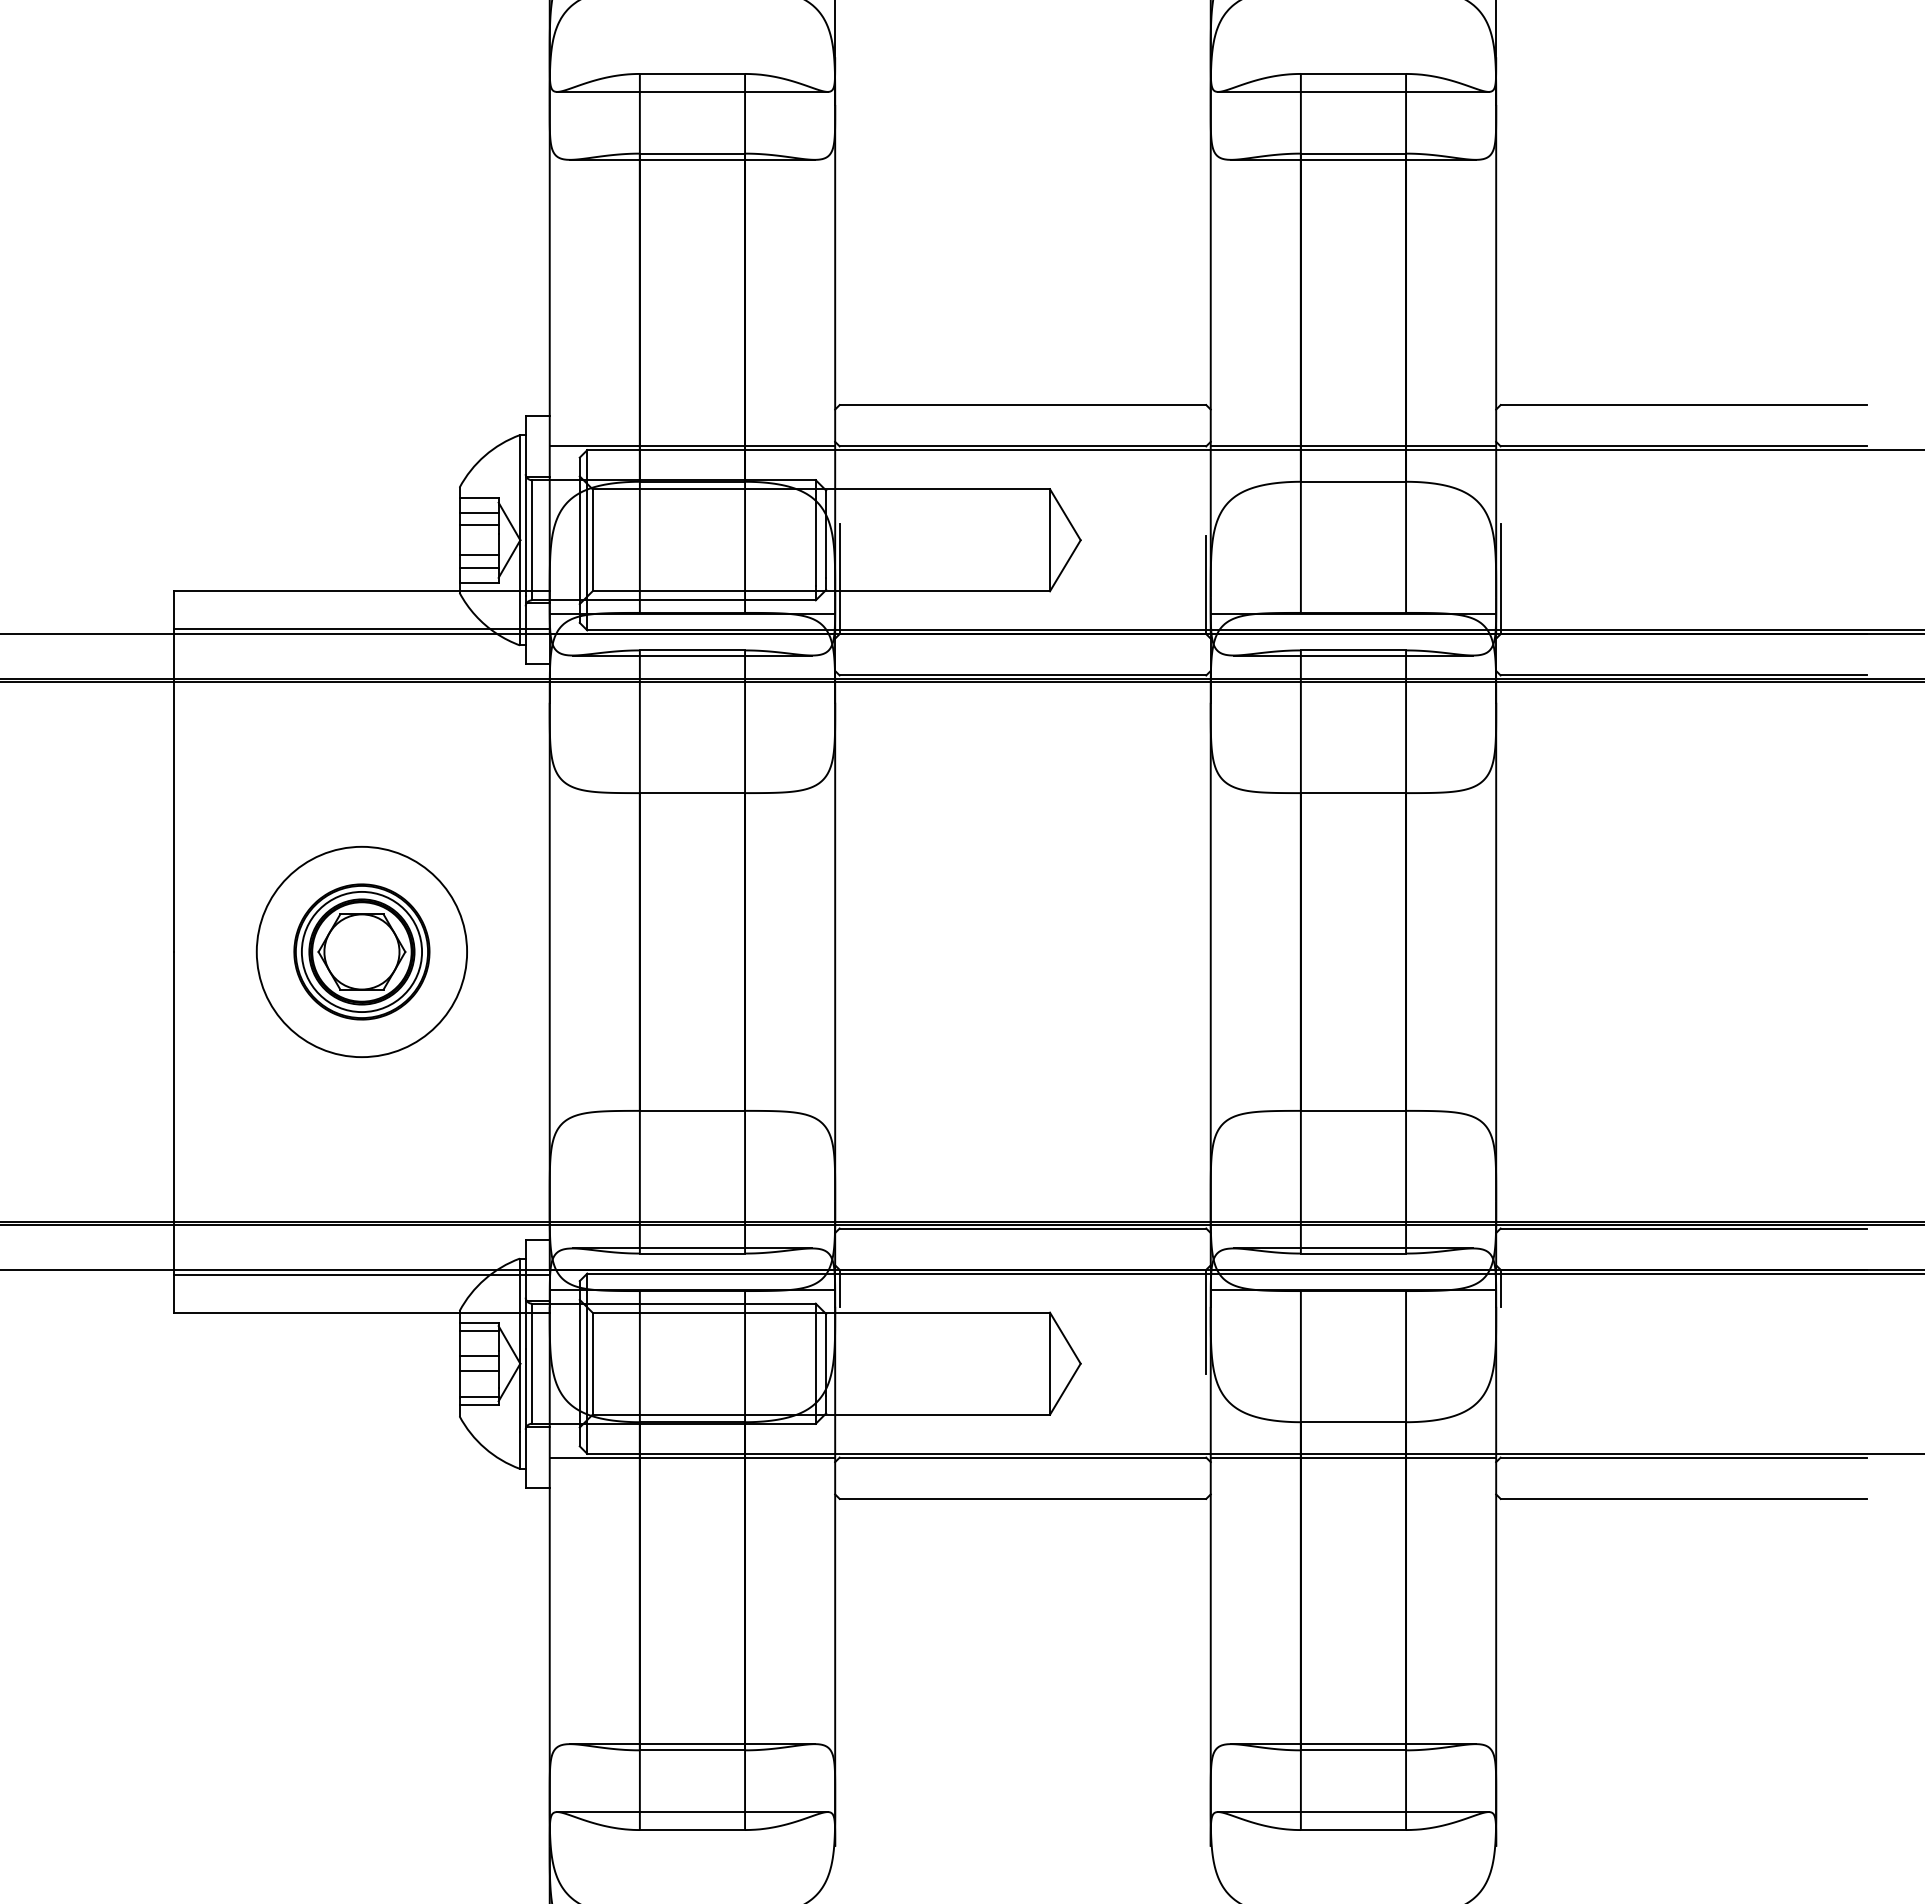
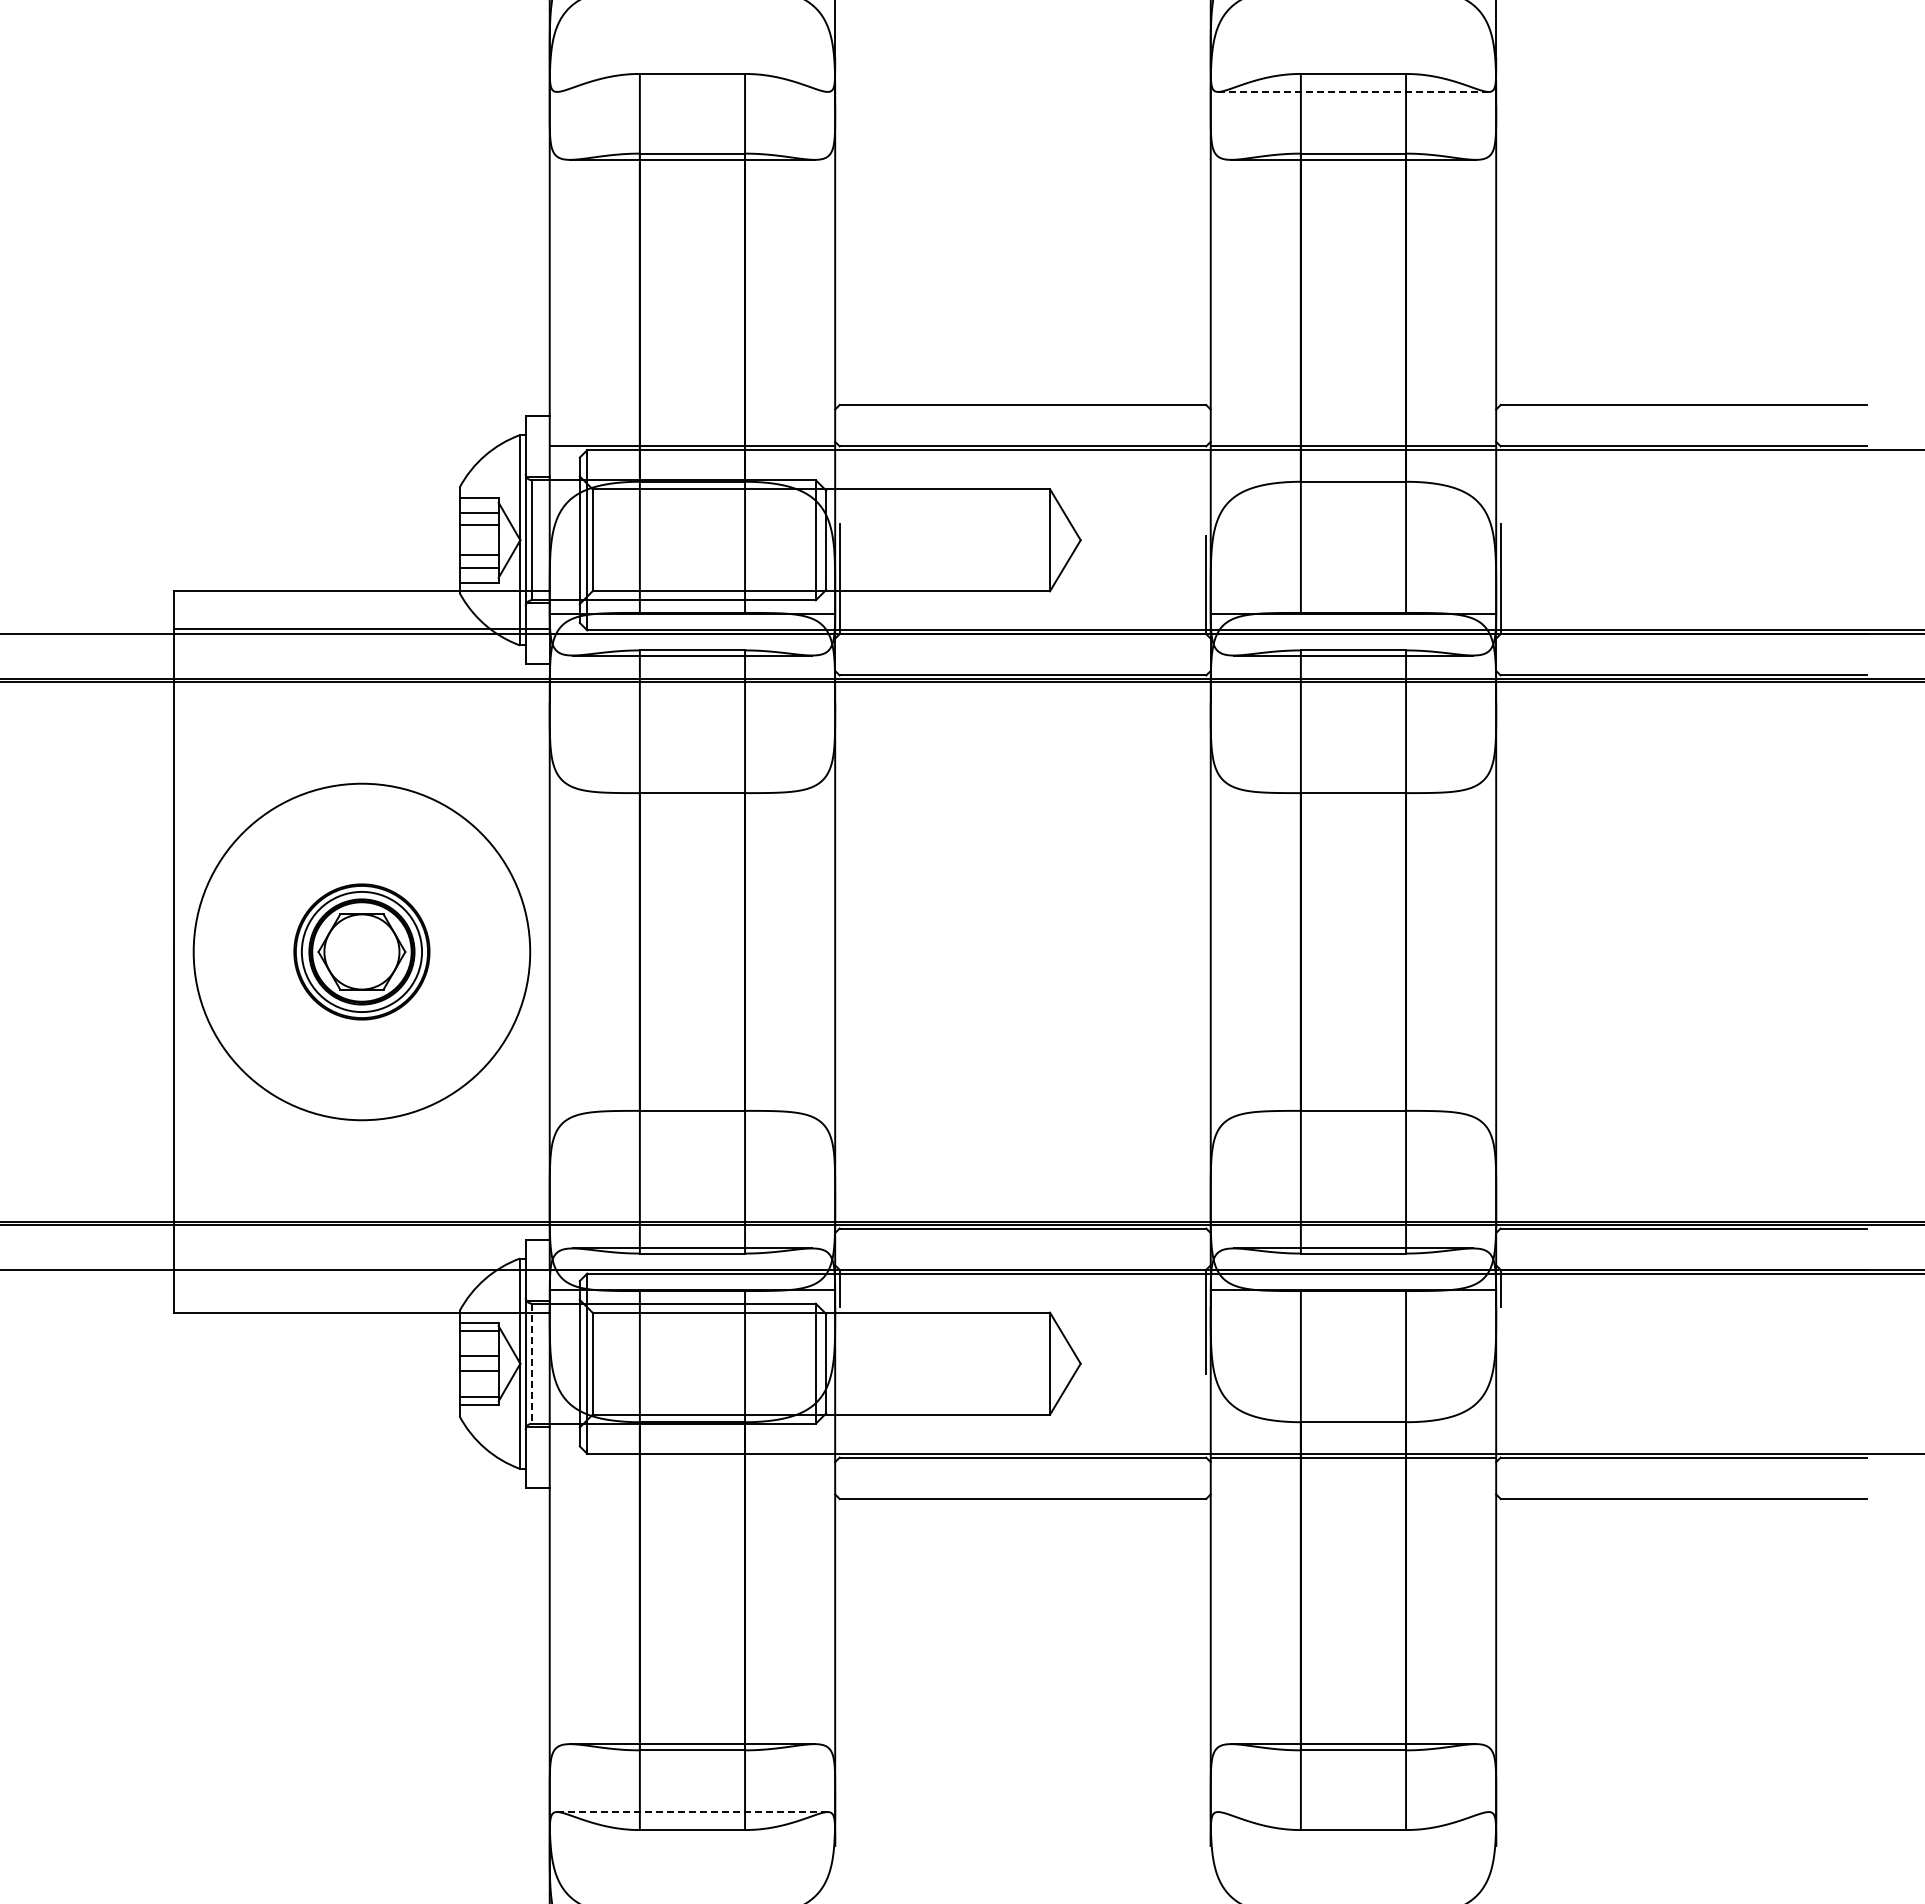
line at (692, 91): present -> none
line at (1353, 91): solid -> dashed
circle at (361, 951) diameter: 210 px -> 337 px
line at (361, 1274): present -> none
line at (531, 1363): solid -> dashed
line at (692, 1457): present -> none
line at (691, 1812): solid -> dashed
line at (1353, 1812): present -> none
